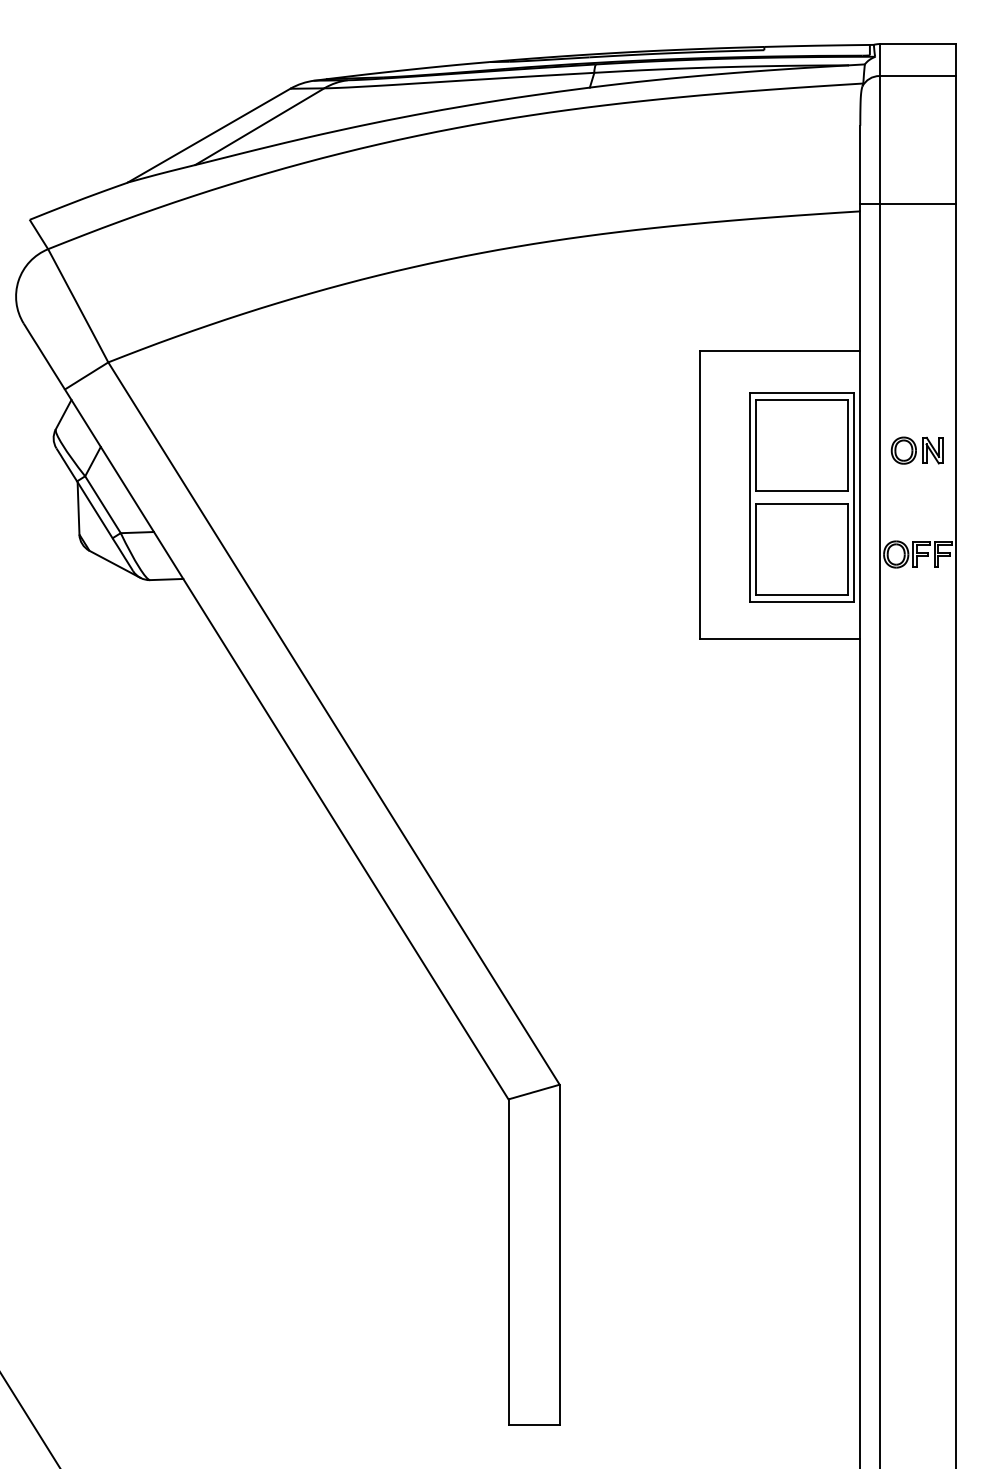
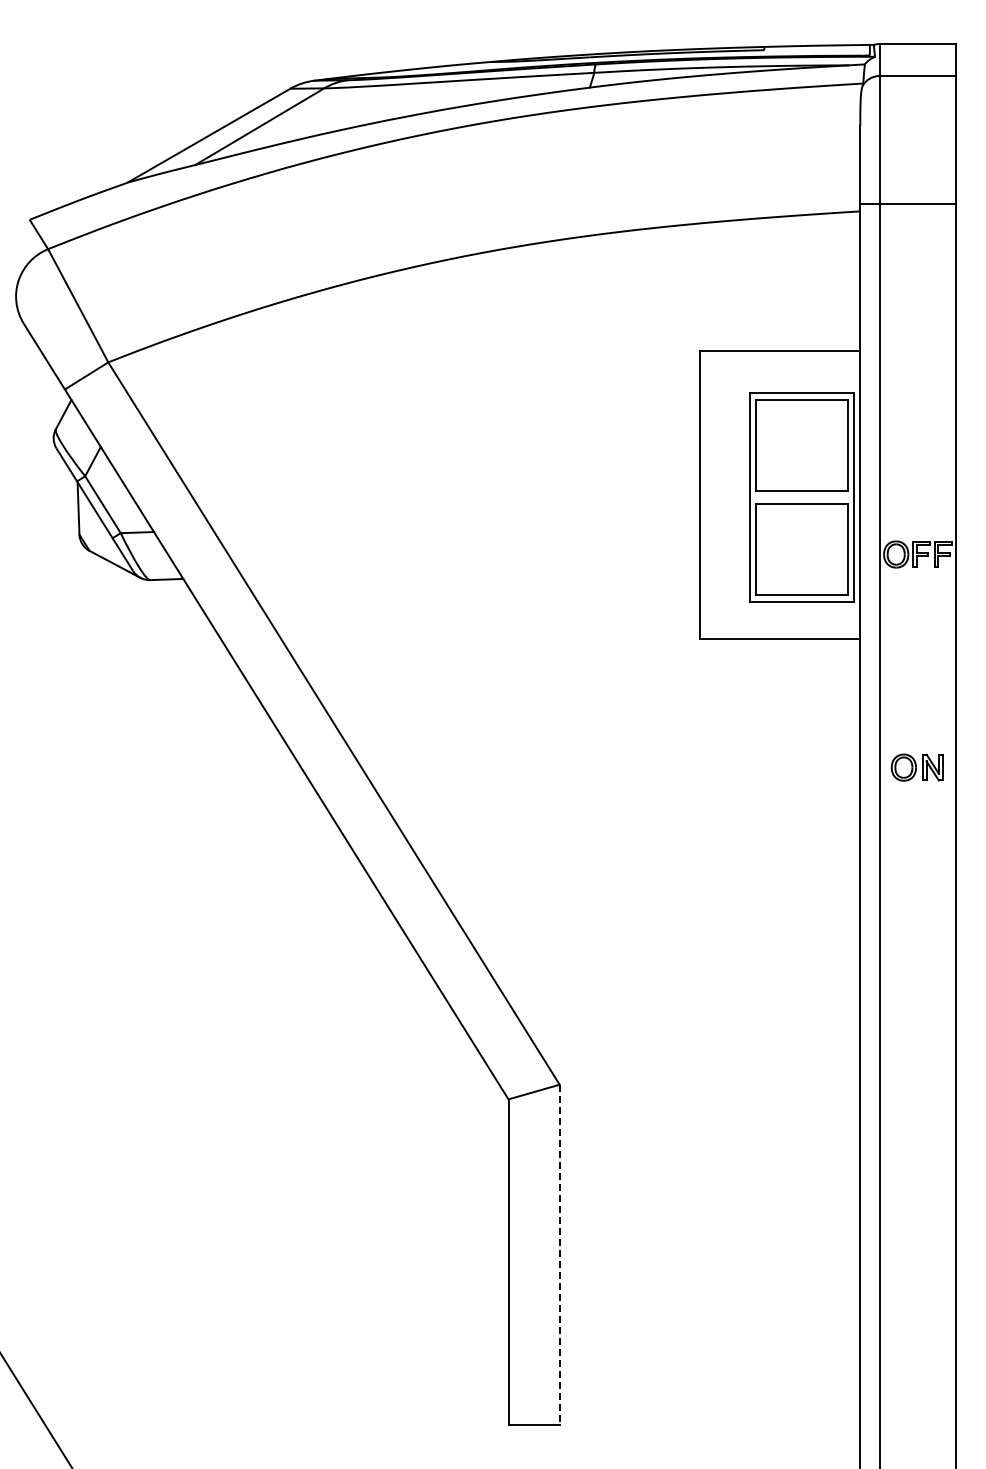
part at (916, 450) position: (916, 450) -> (916, 767)
line at (559, 1255): solid -> dashed
line at (30, 1420) position: (30, 1420) -> (36, 1410)
